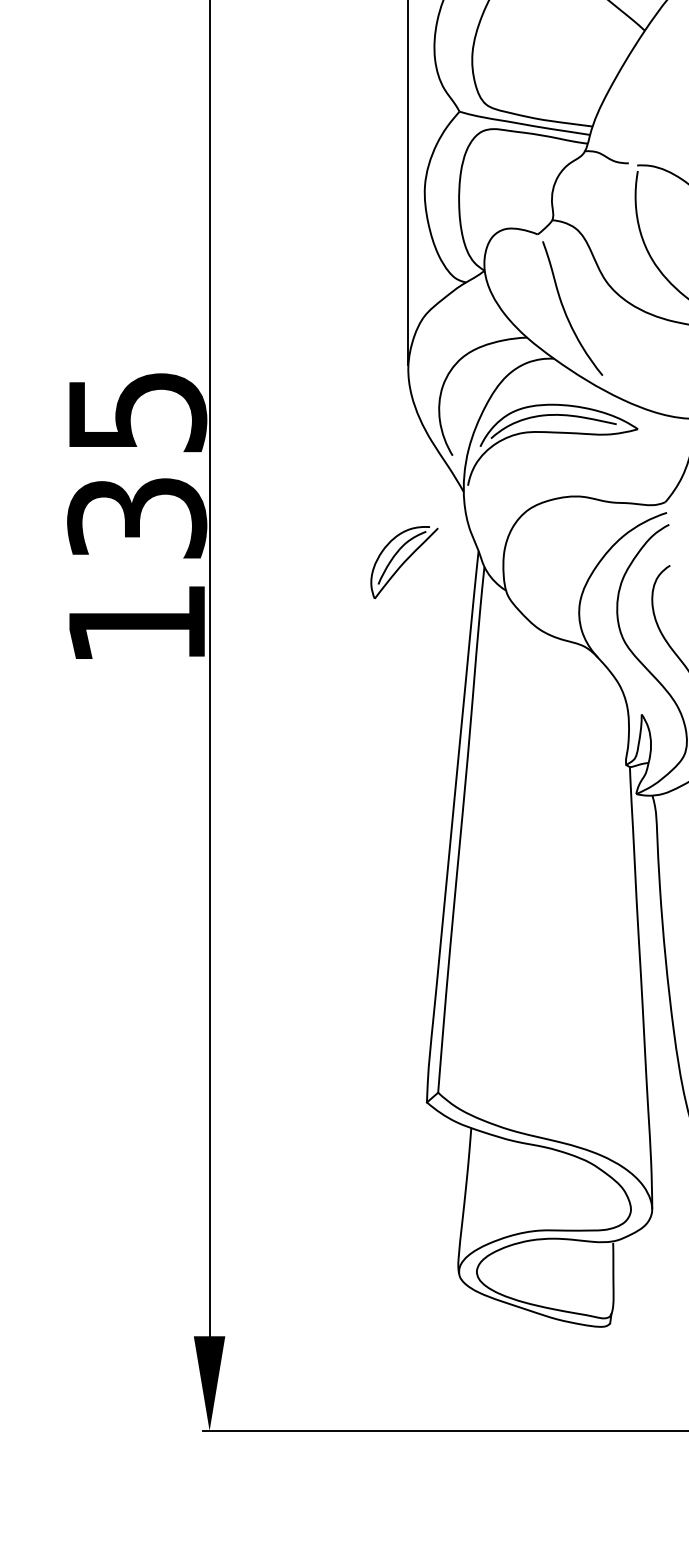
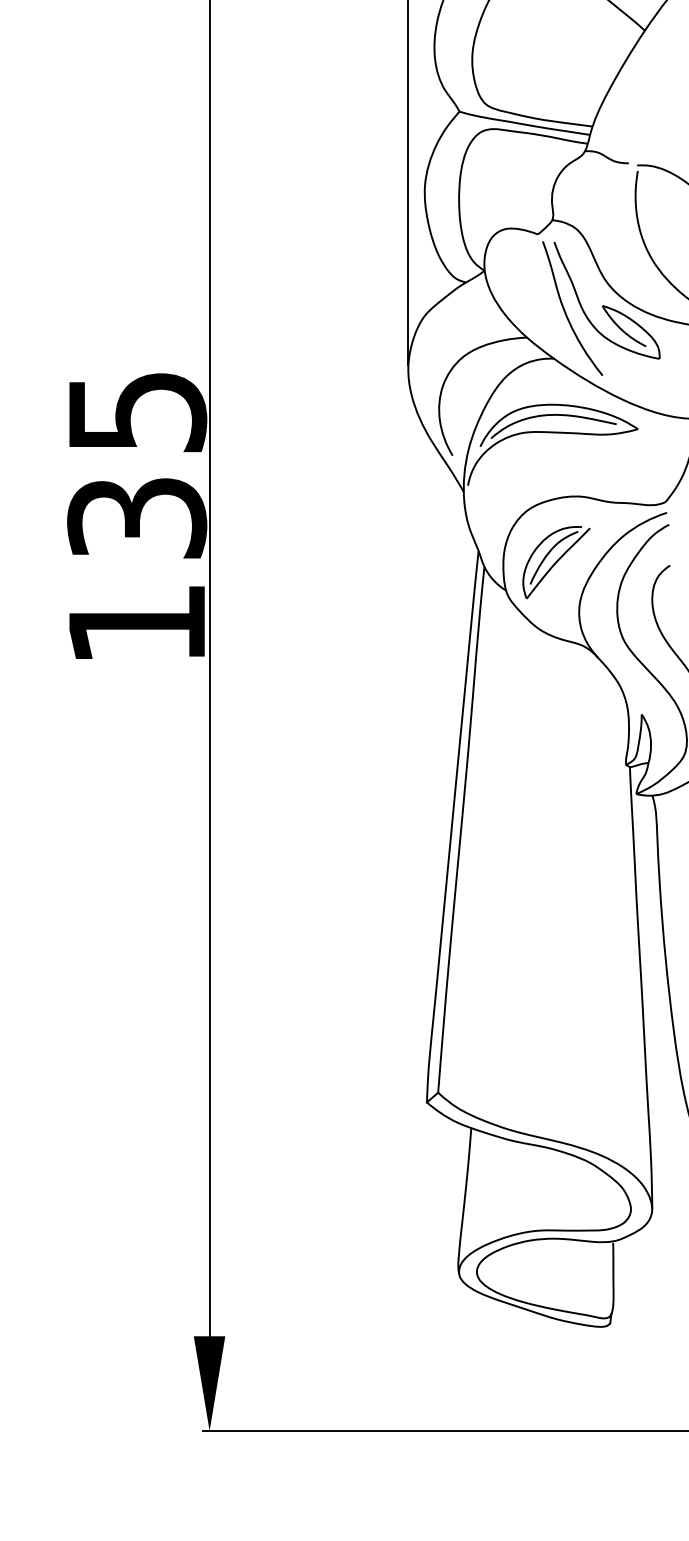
part at (606, 300): none -> present
part at (404, 562) position: (404, 562) -> (556, 562)
